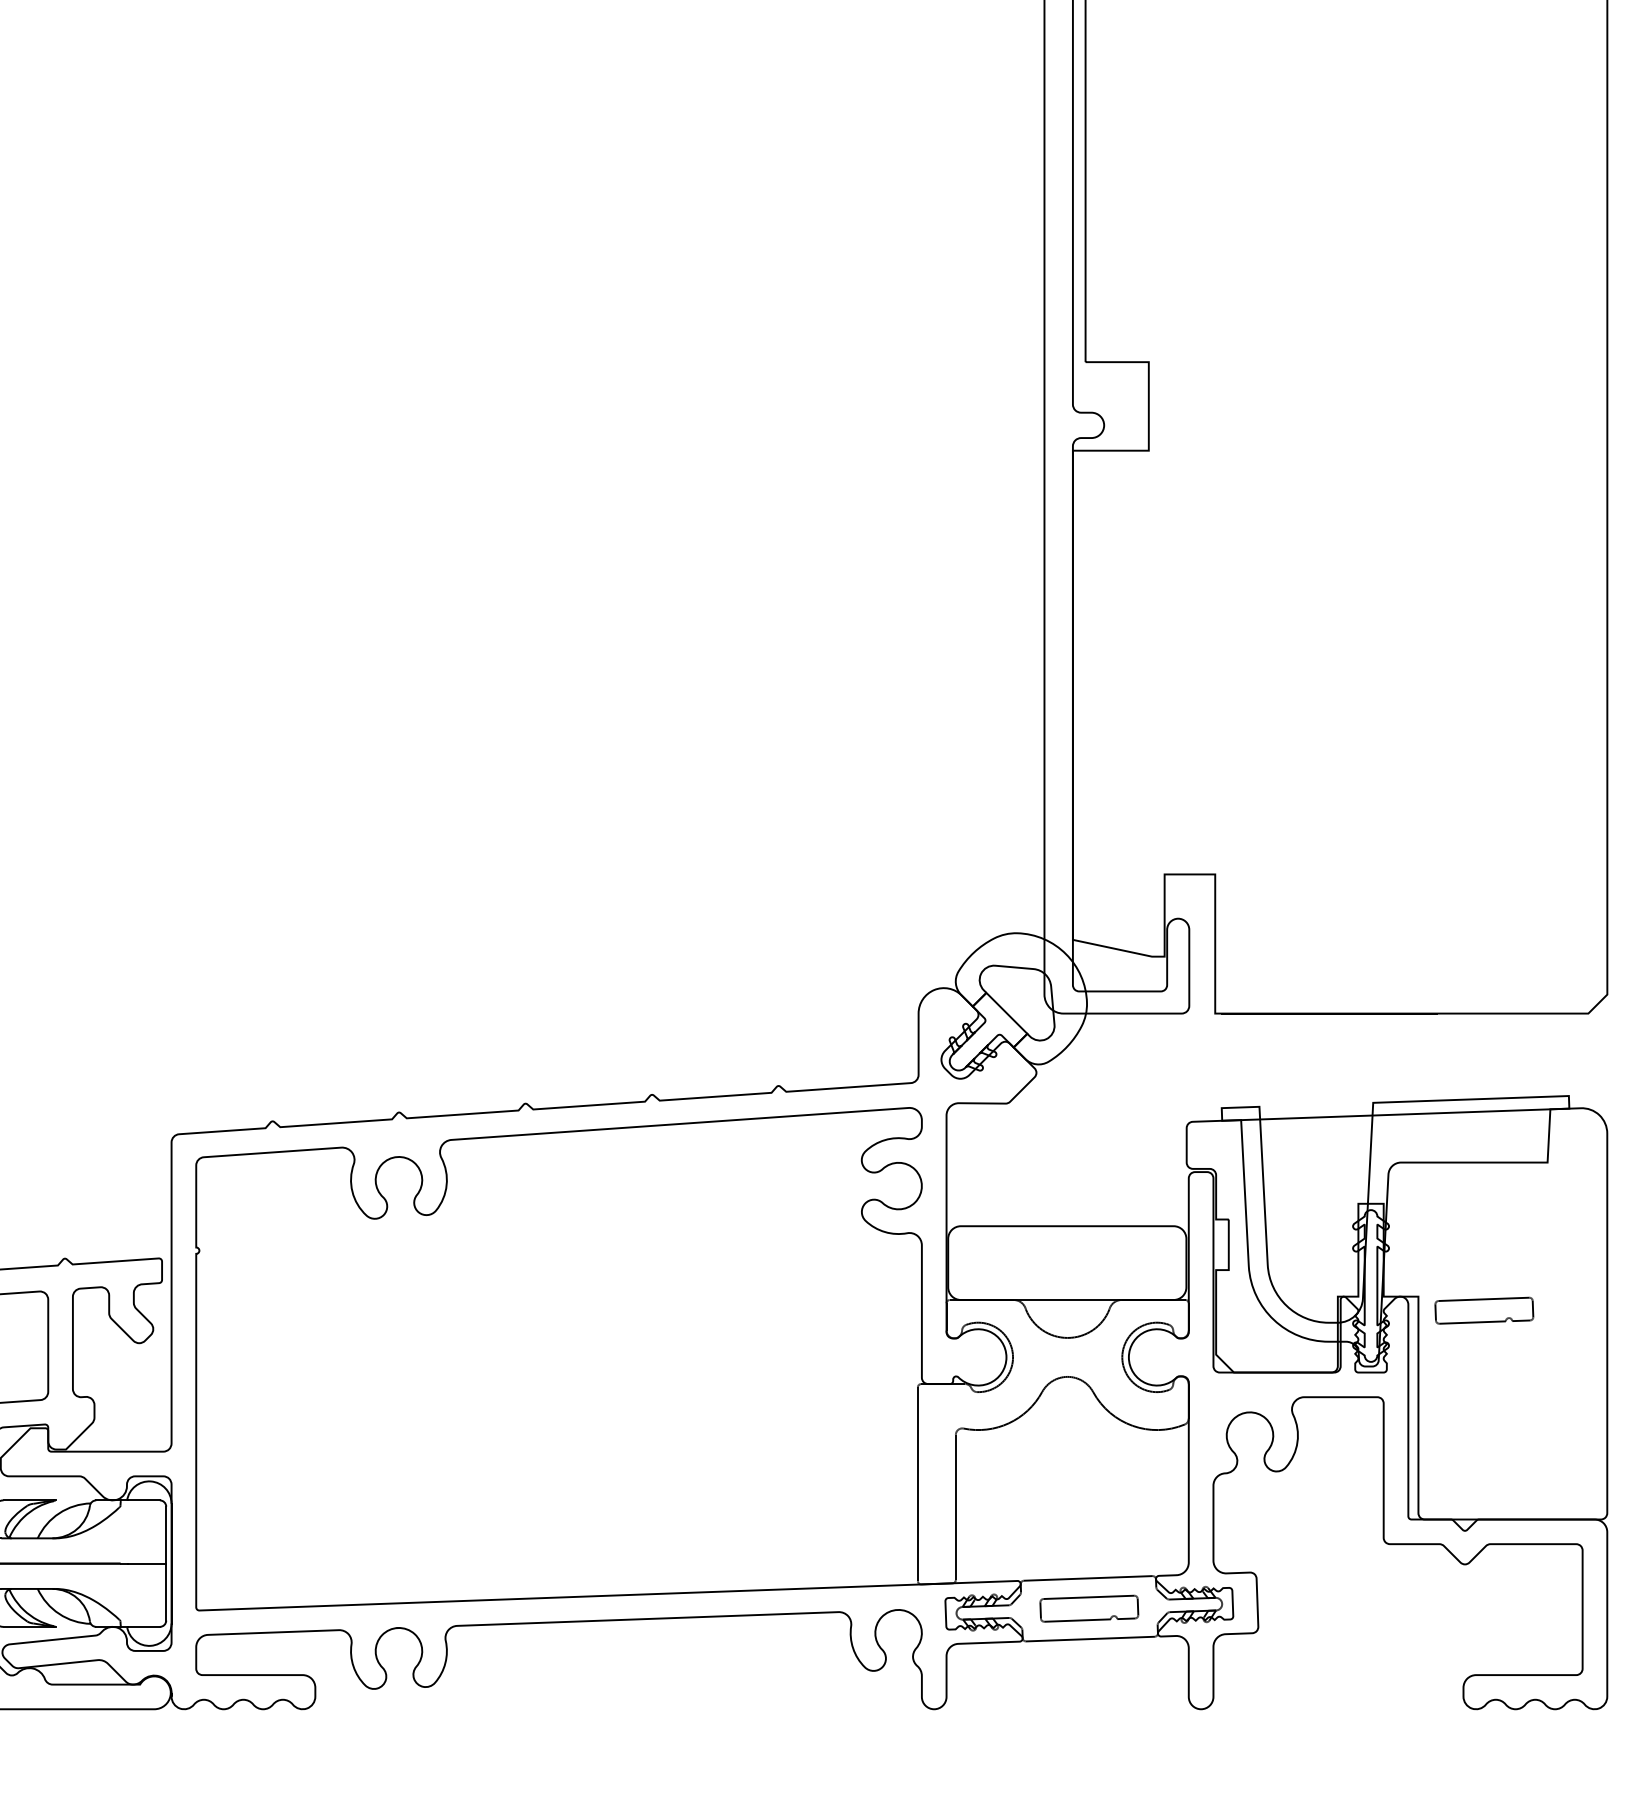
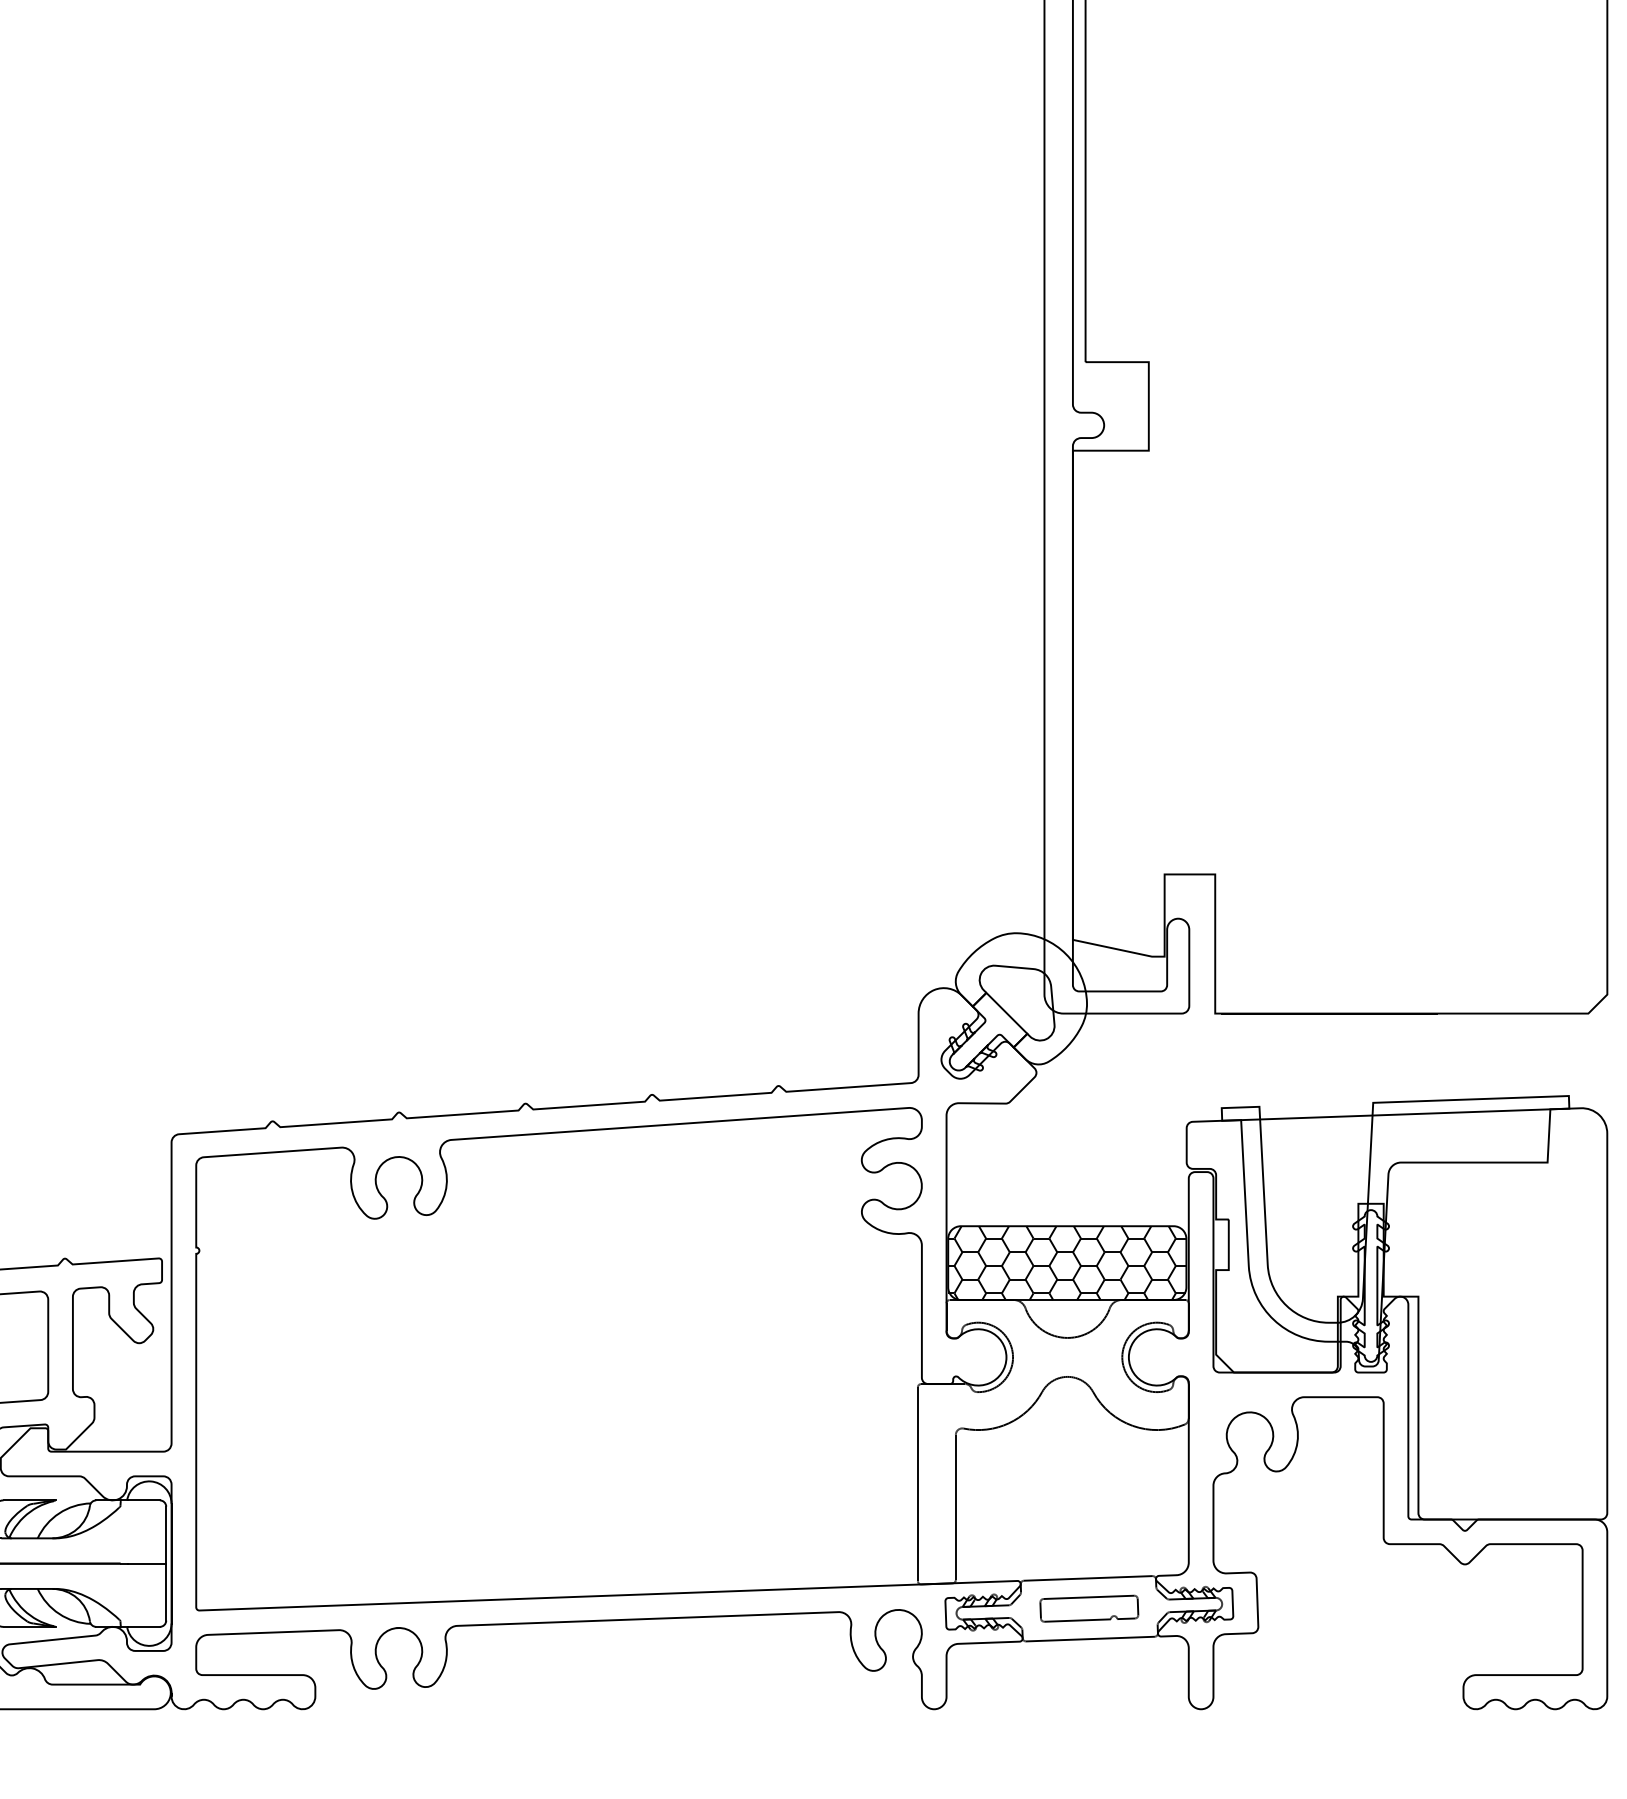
hatch at (1067, 1263): none -> present
part at (1484, 1310): present -> none
